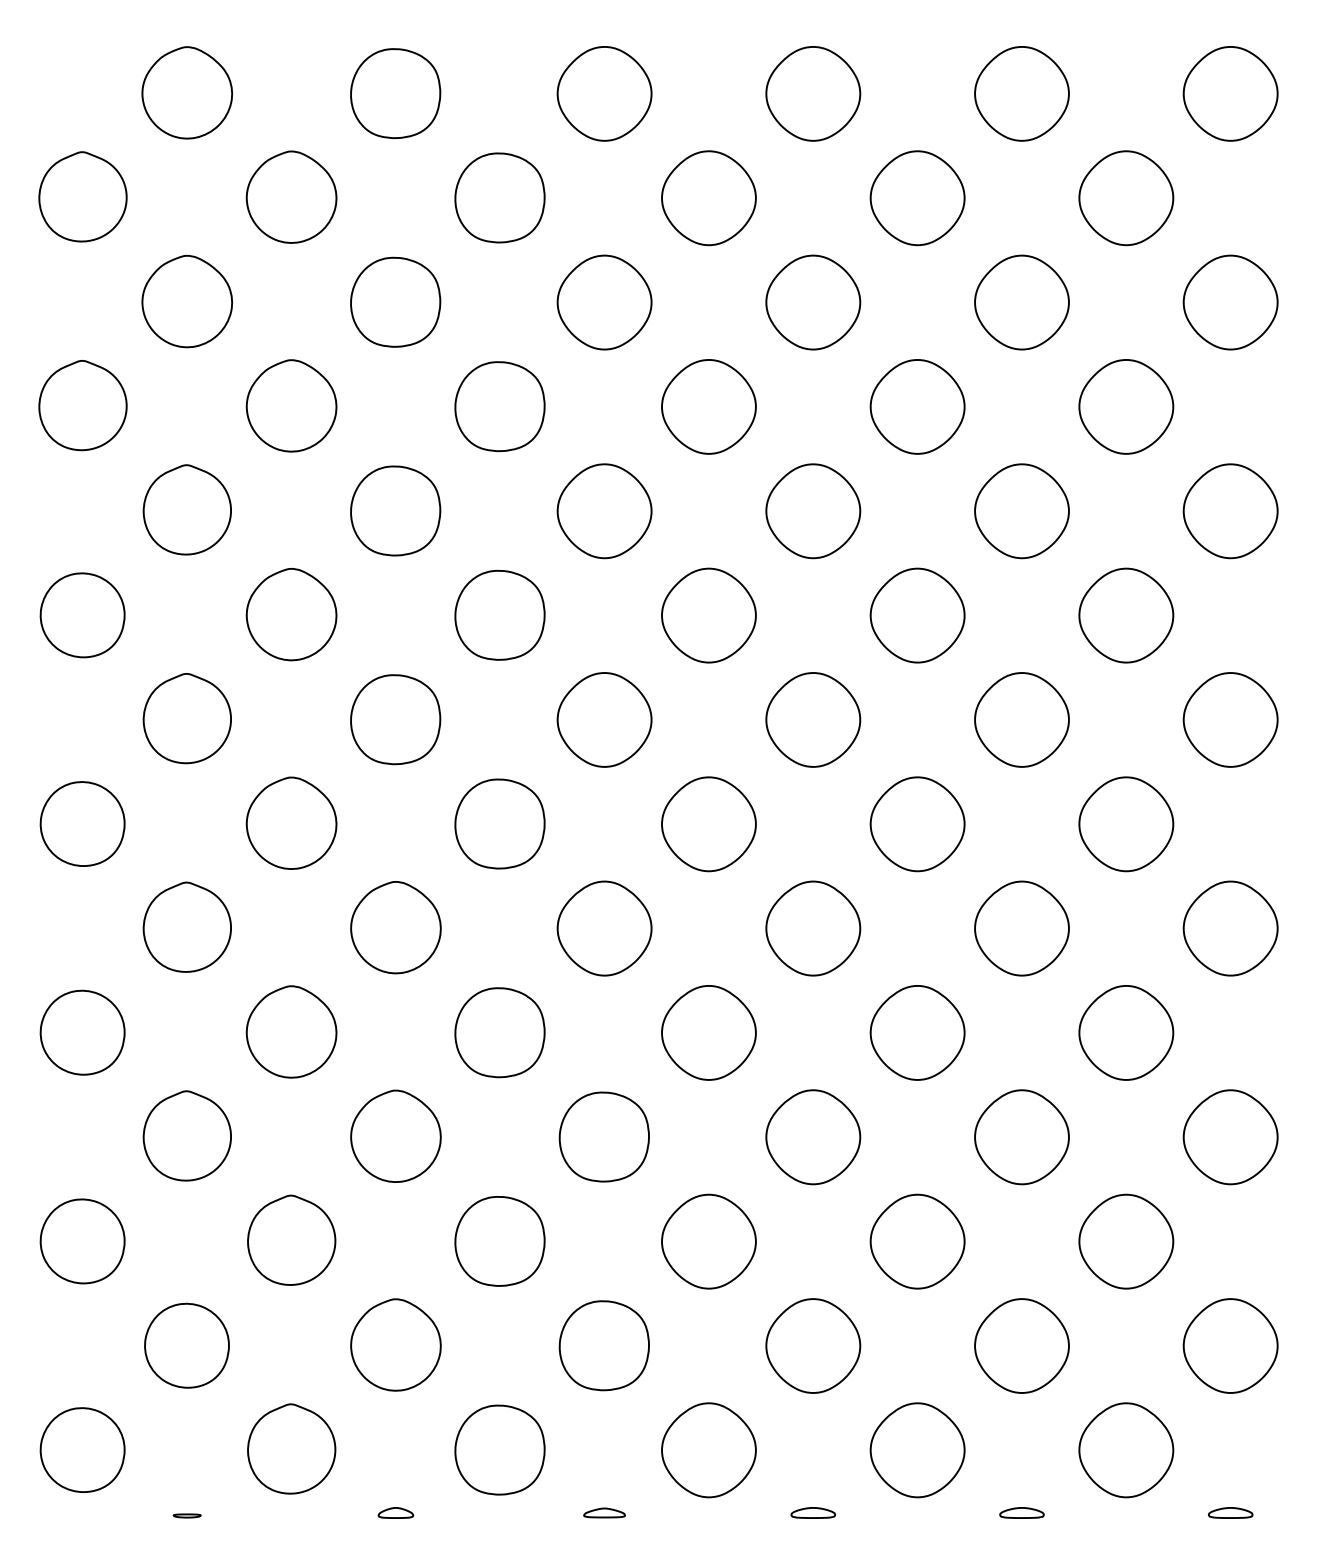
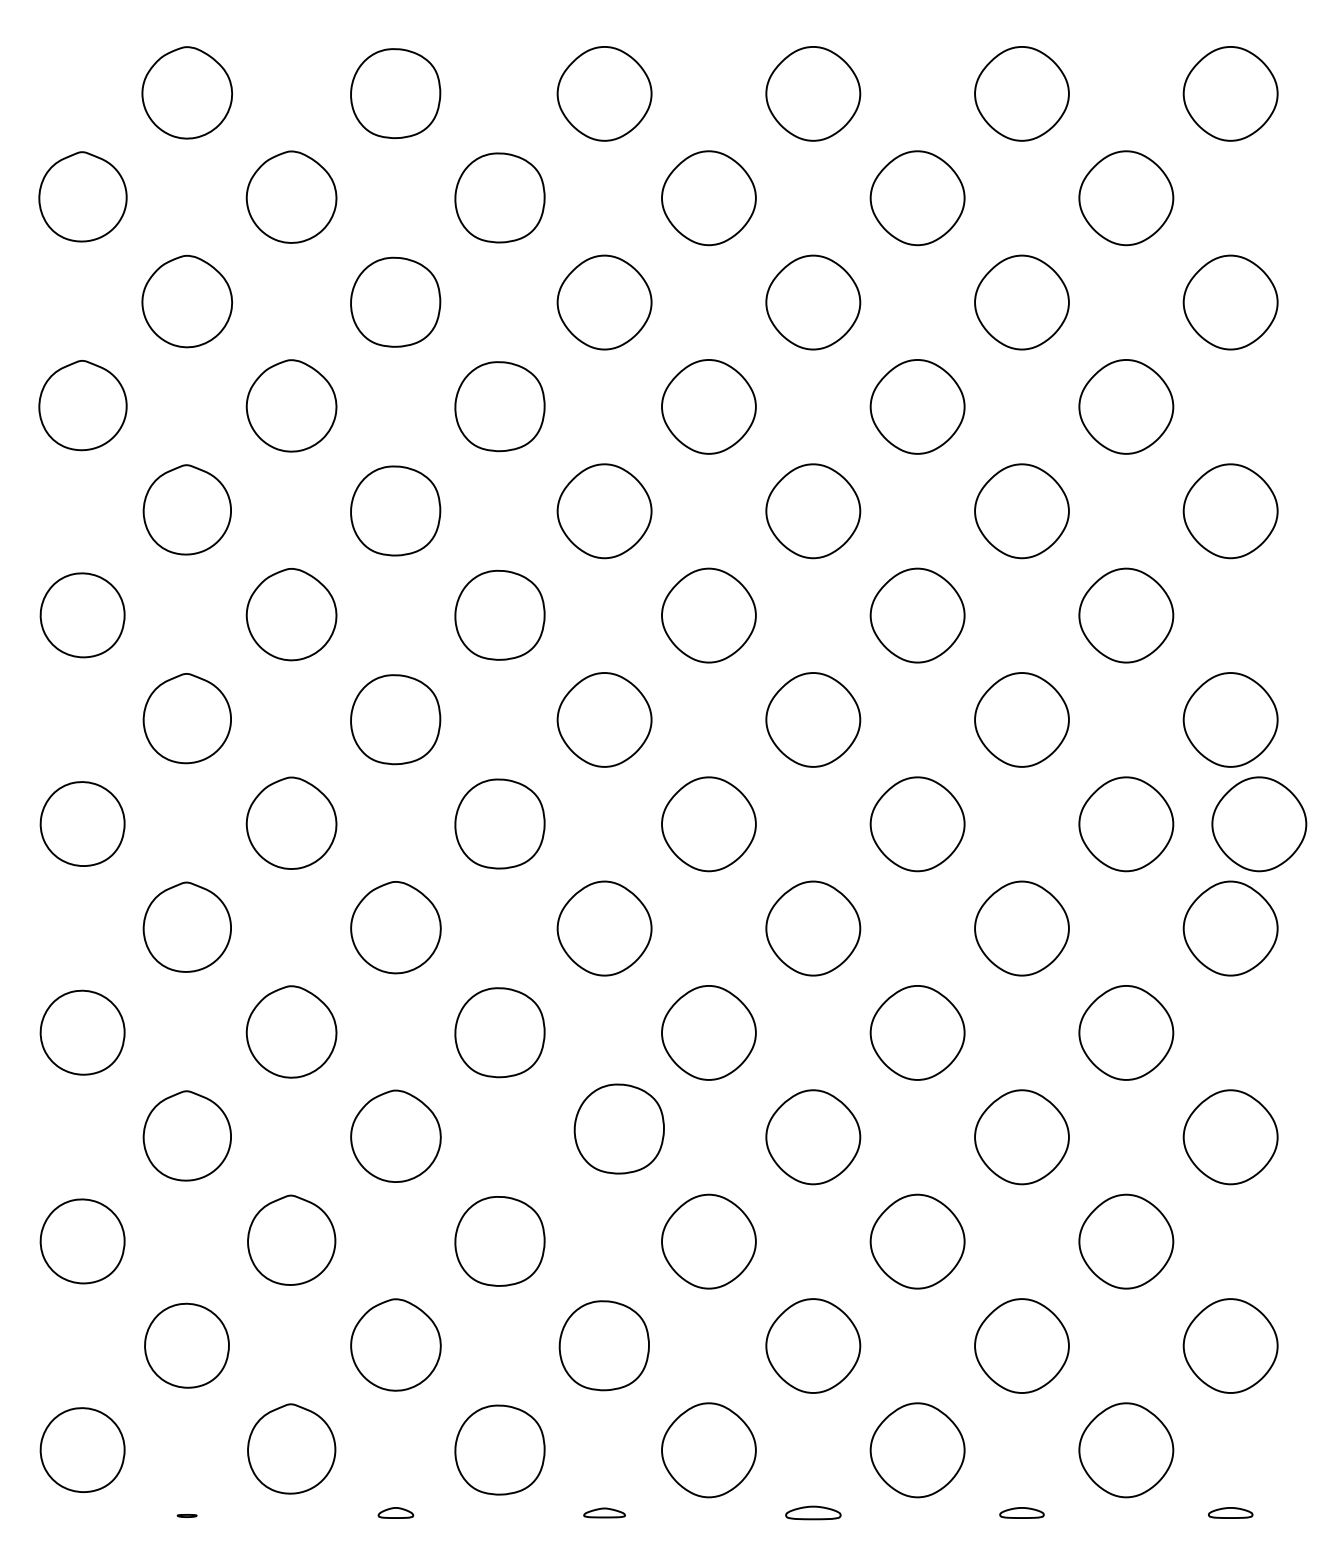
part at (1259, 824): none -> present
part at (603, 1136) position: (603, 1136) -> (618, 1128)
part at (812, 1512) size: 46x12 px -> 57x16 px
part at (186, 1515) size: 30x6 px -> 22x4 px
